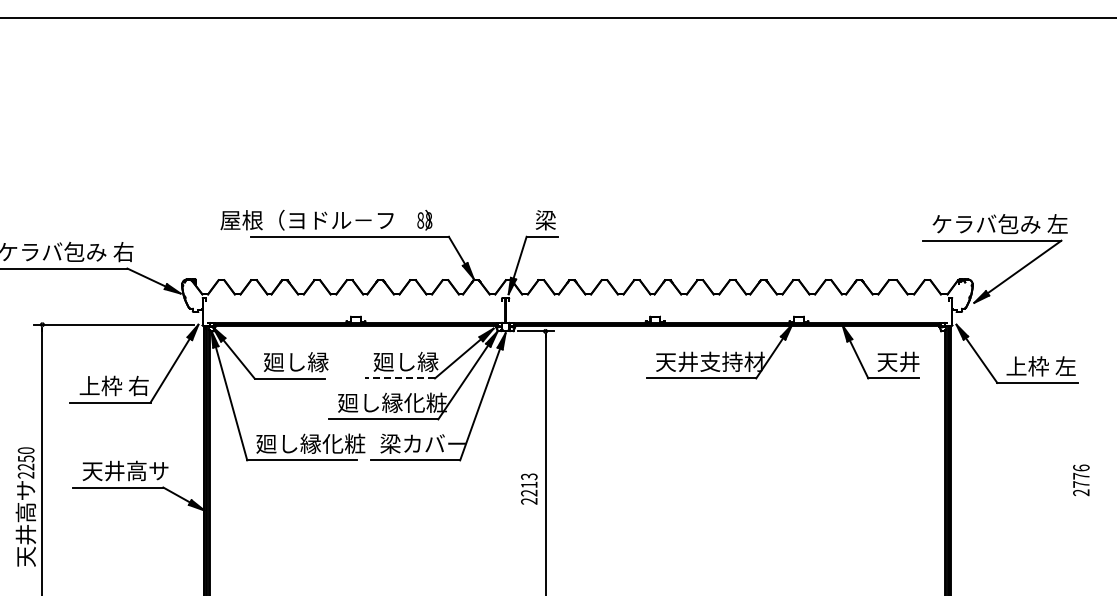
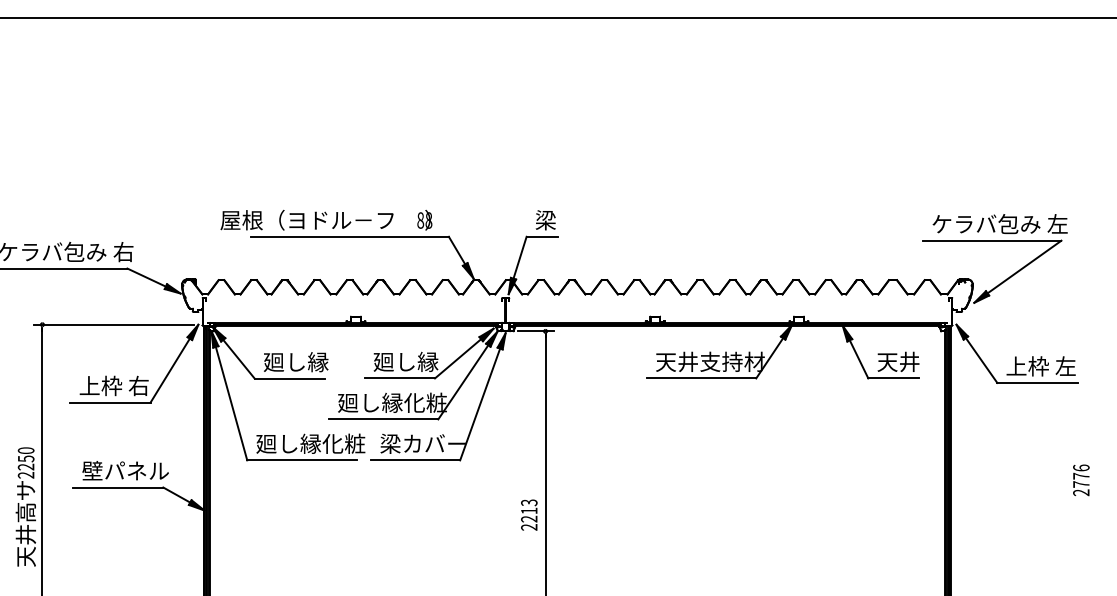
line at (399, 378): dashed -> solid
text at (125, 470): 天井高サ -> 壁パネル
text at (529, 488) position: (529, 488) -> (529, 514)
